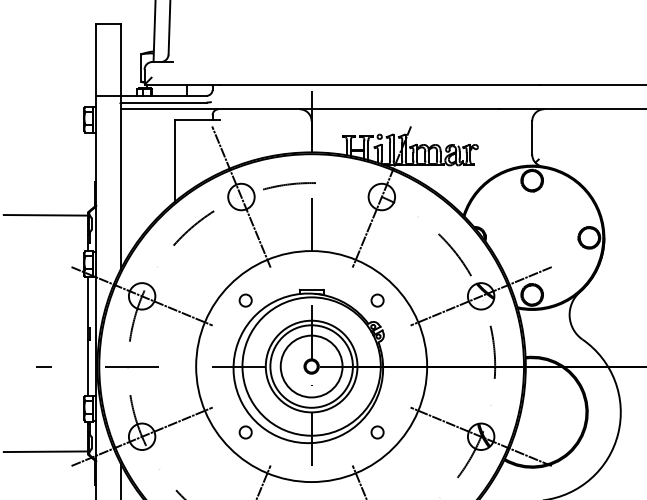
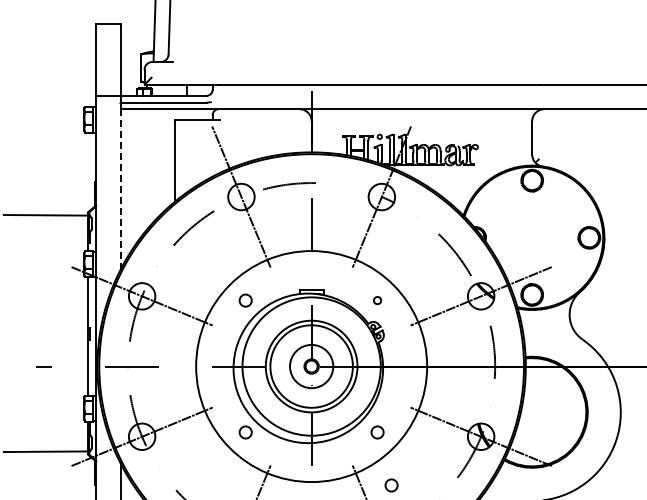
line at (120, 190): solid -> dashed
circle at (377, 300) size: 15x15 px -> 10x10 px
circle at (311, 366) diameter: 62 px -> 43 px
circle at (391, 485): none -> present
